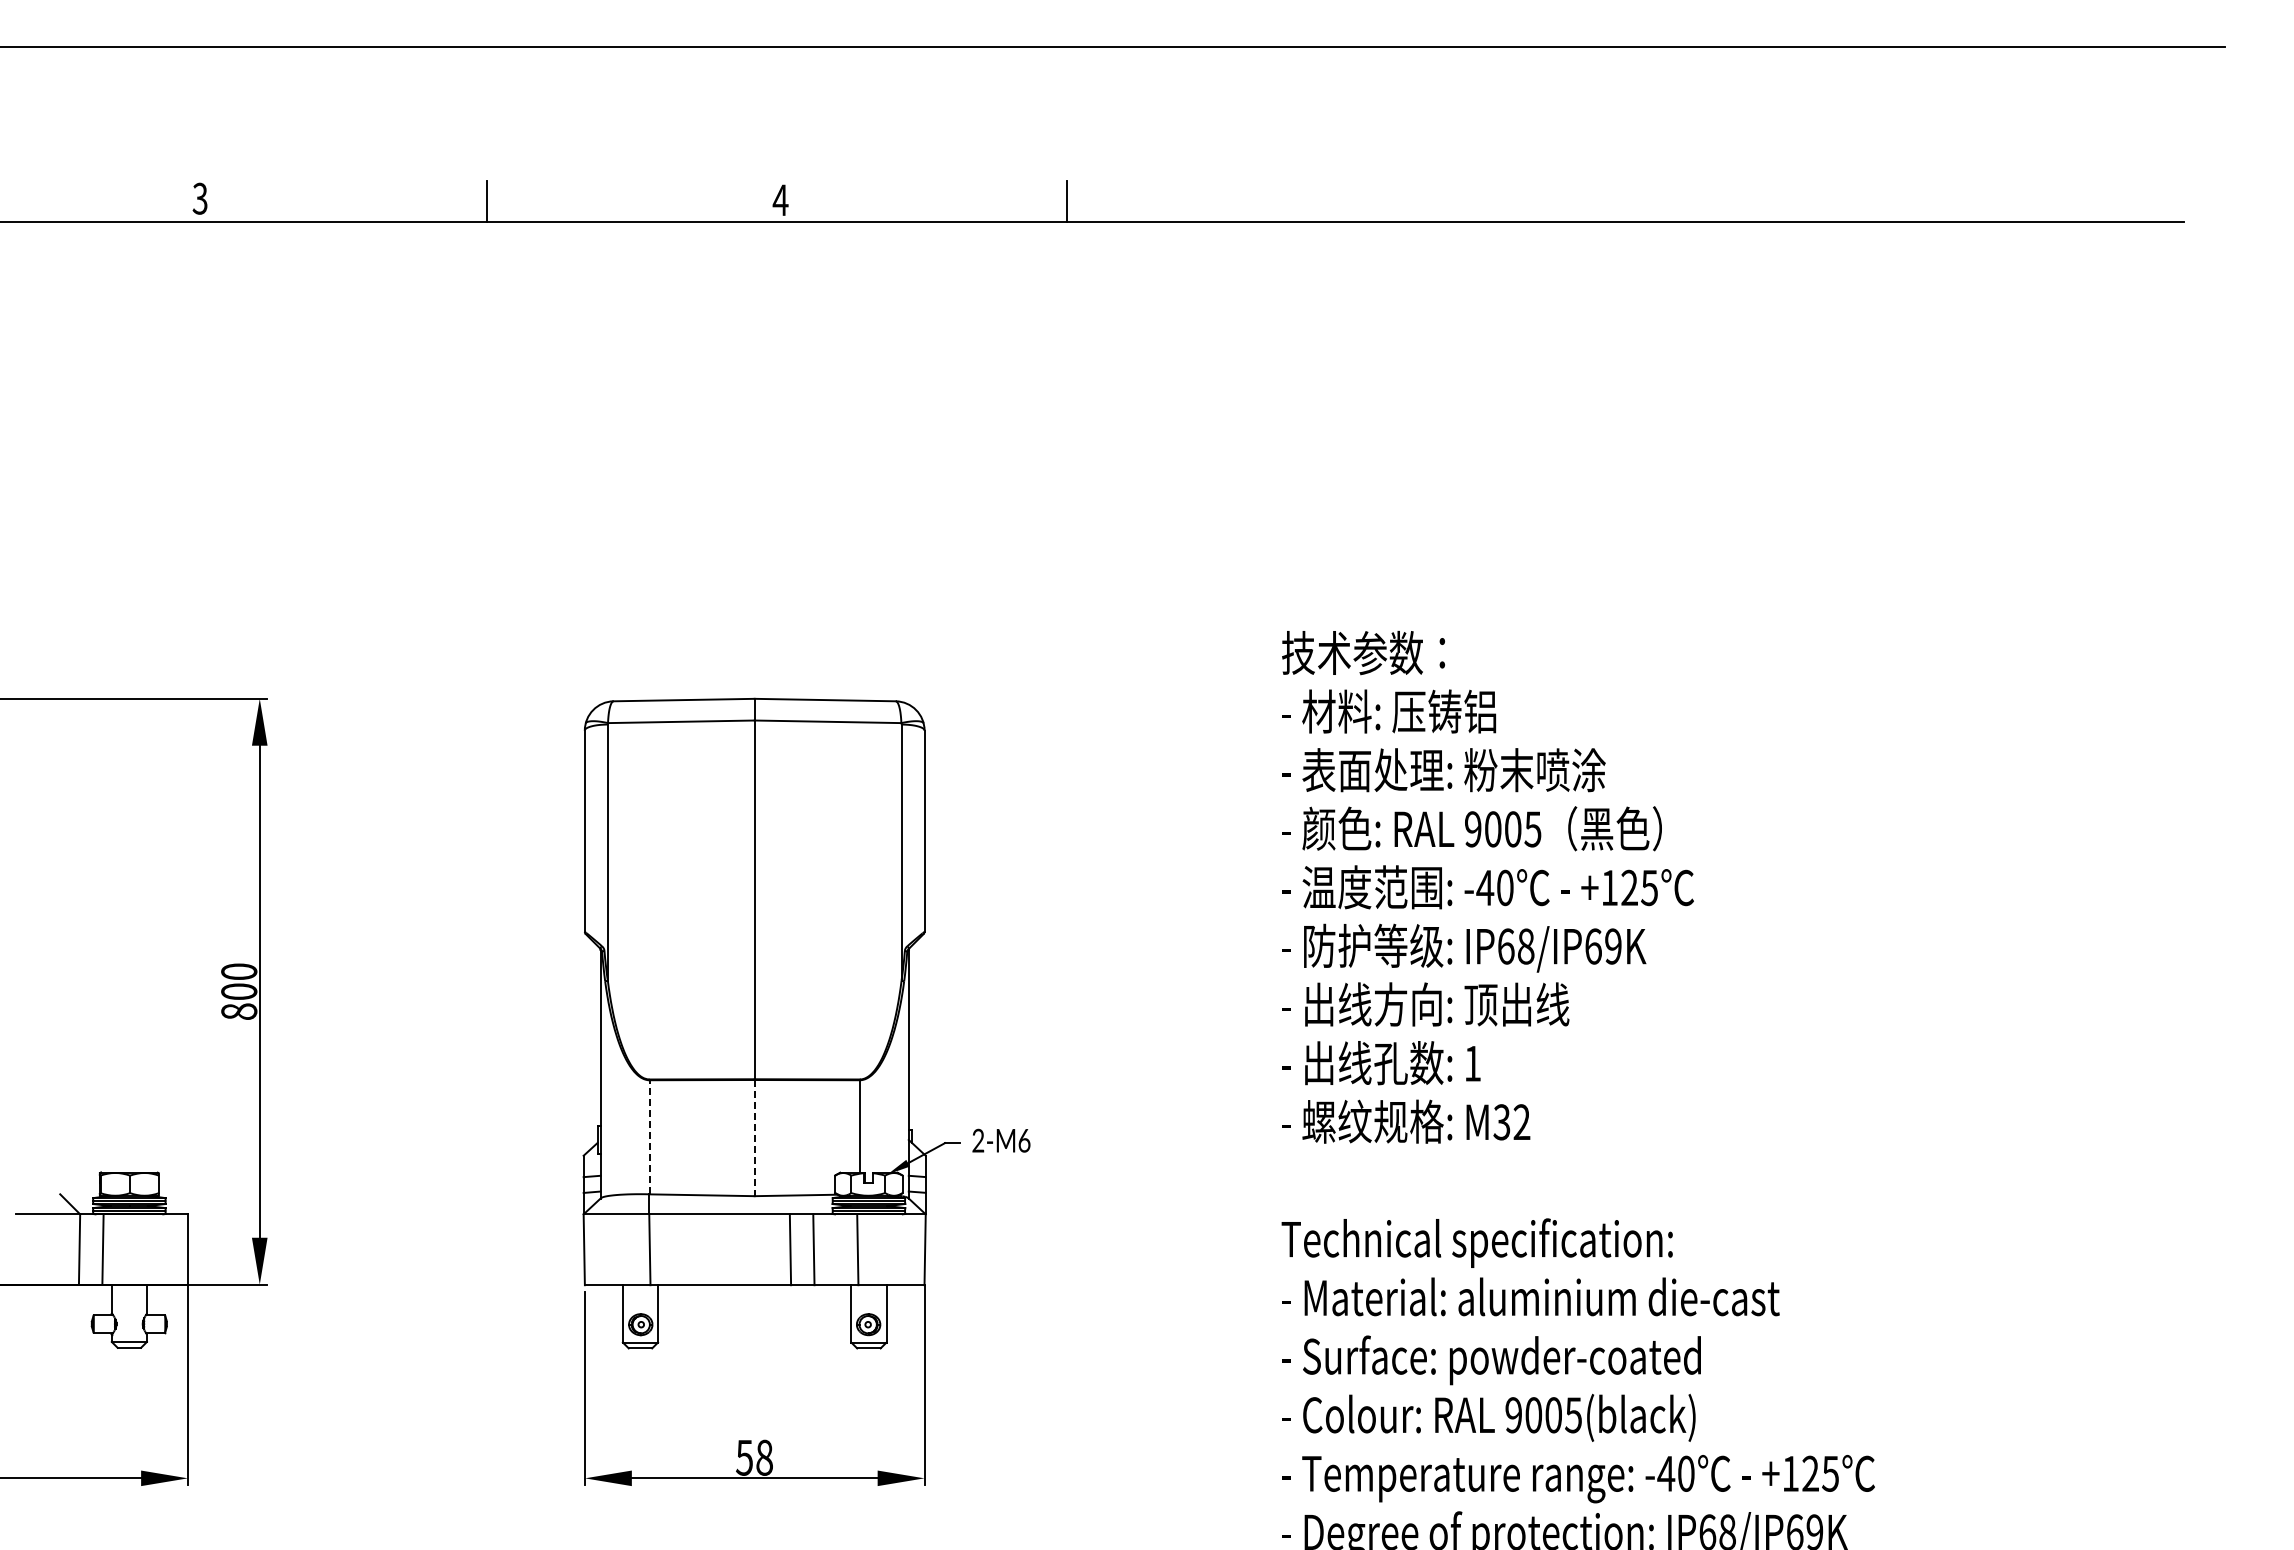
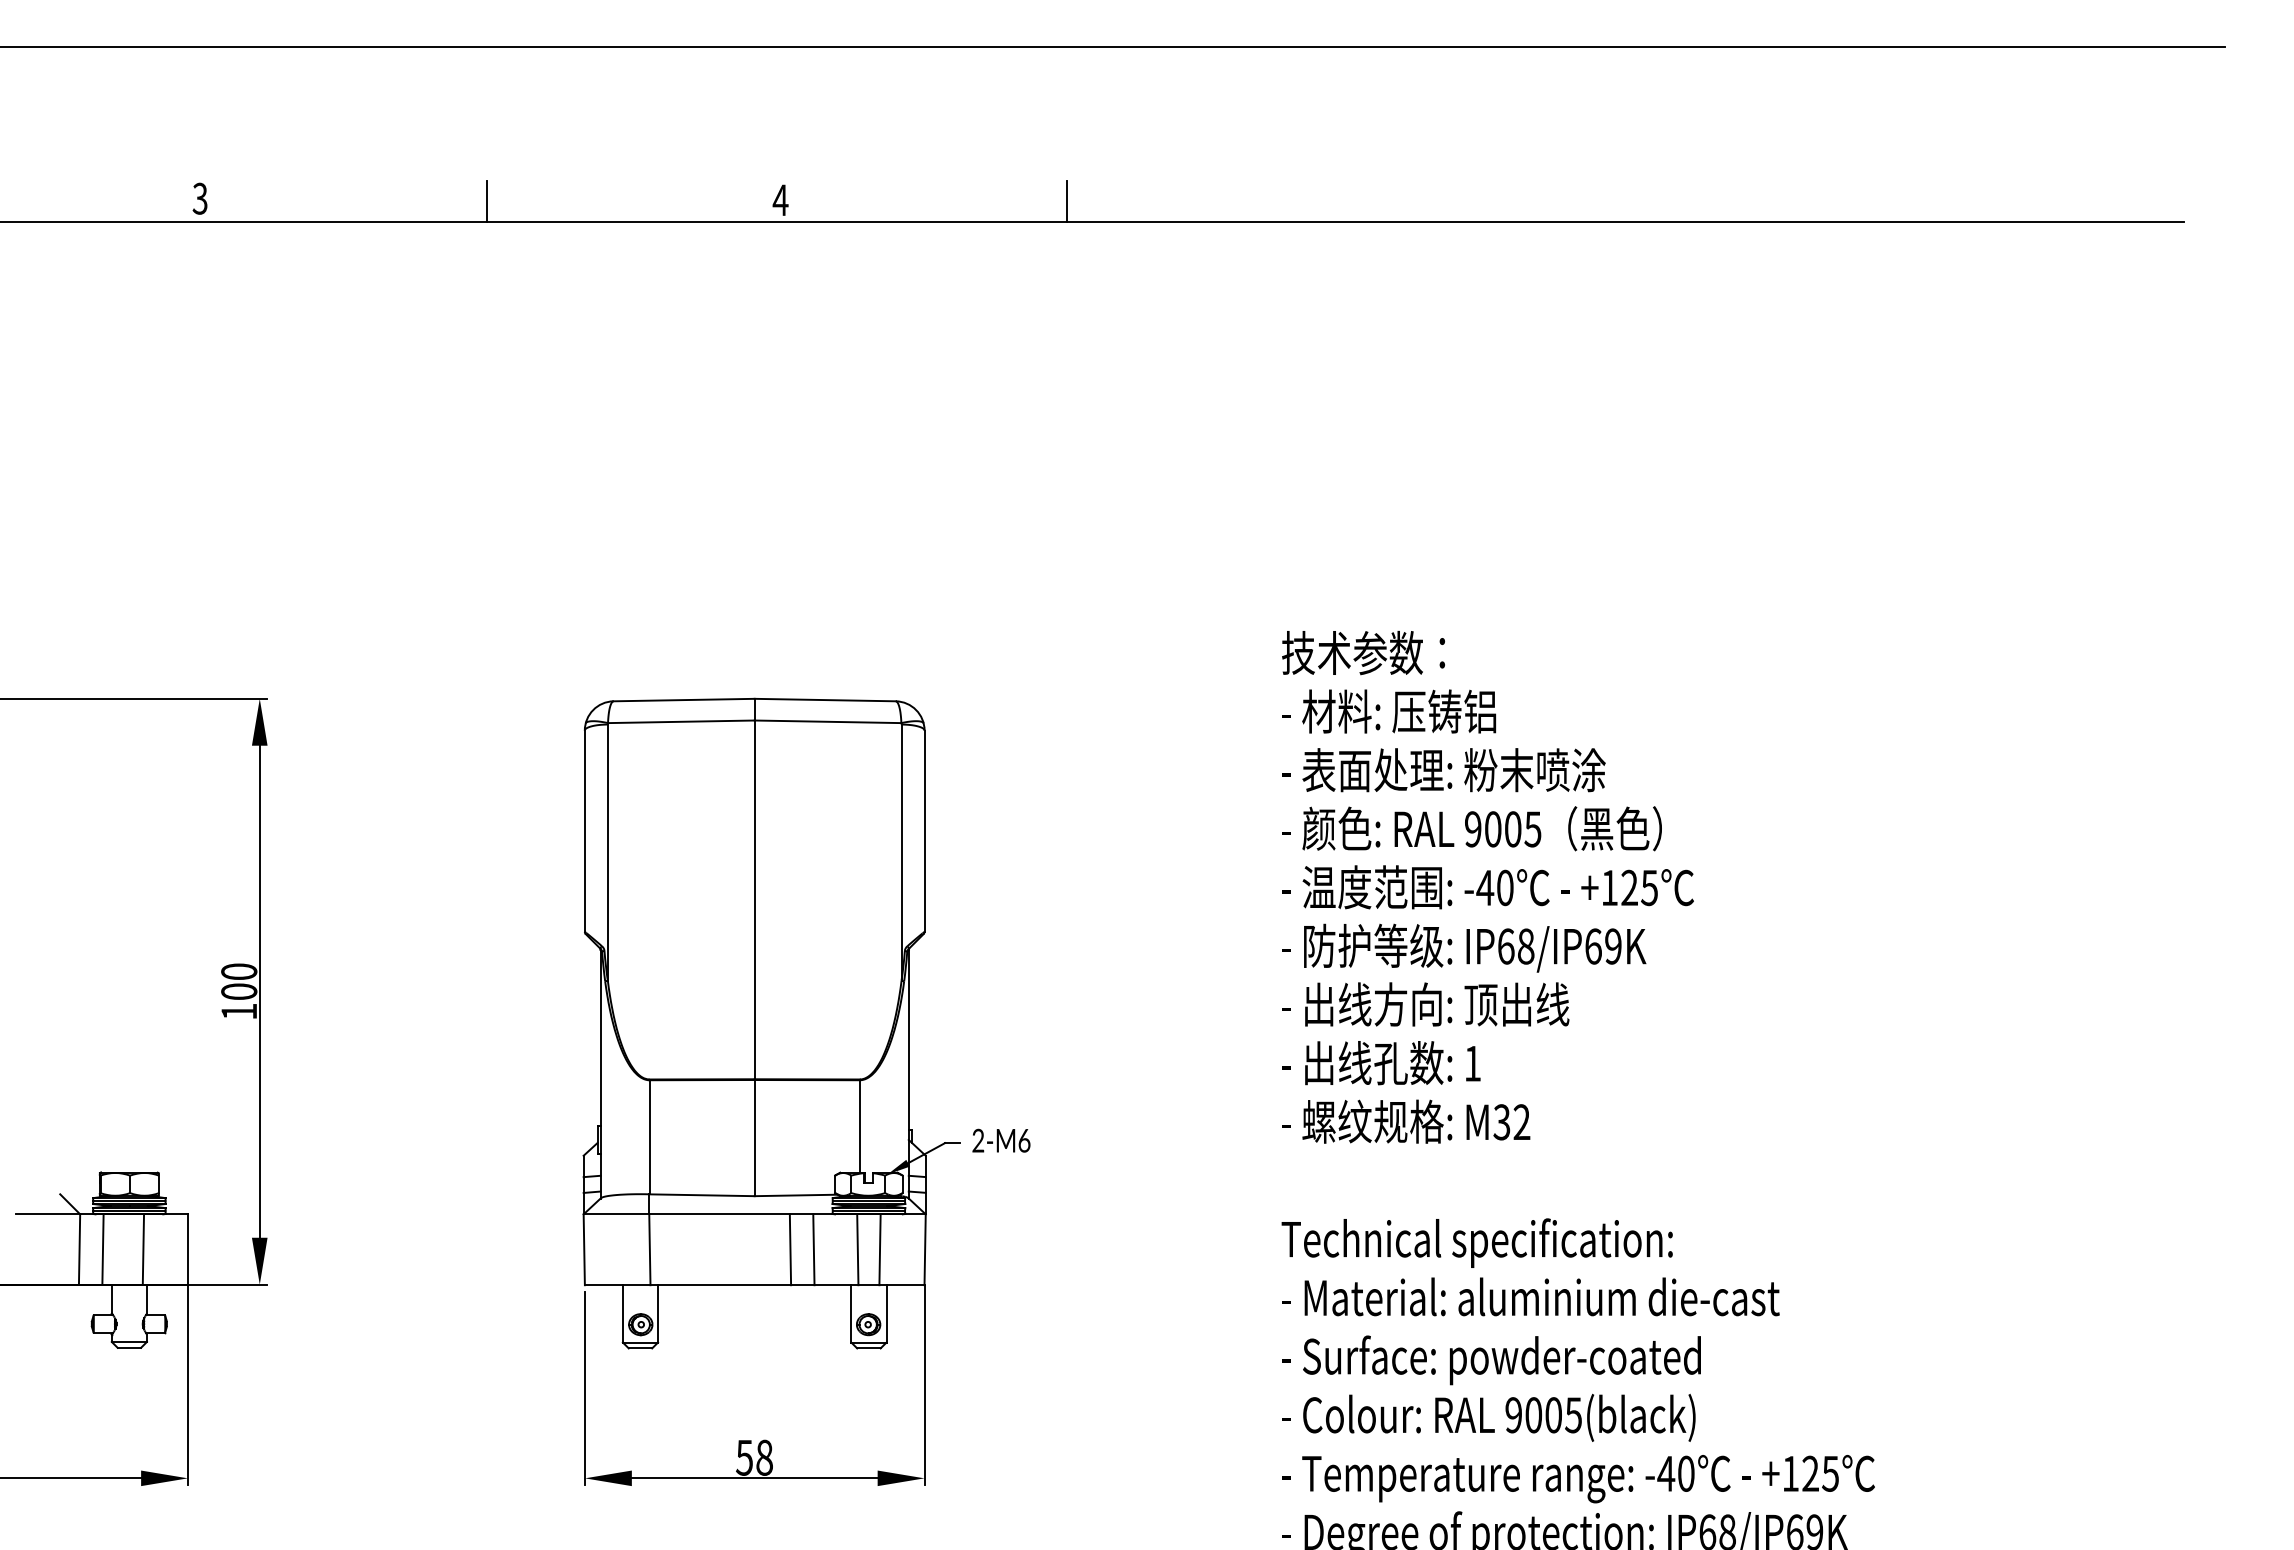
text at (239, 1011): 800 -> 100
line at (649, 1136): dashed -> solid
line at (754, 1138): dashed -> solid
line at (143, 1249): none -> present
line at (879, 1249): none -> present
